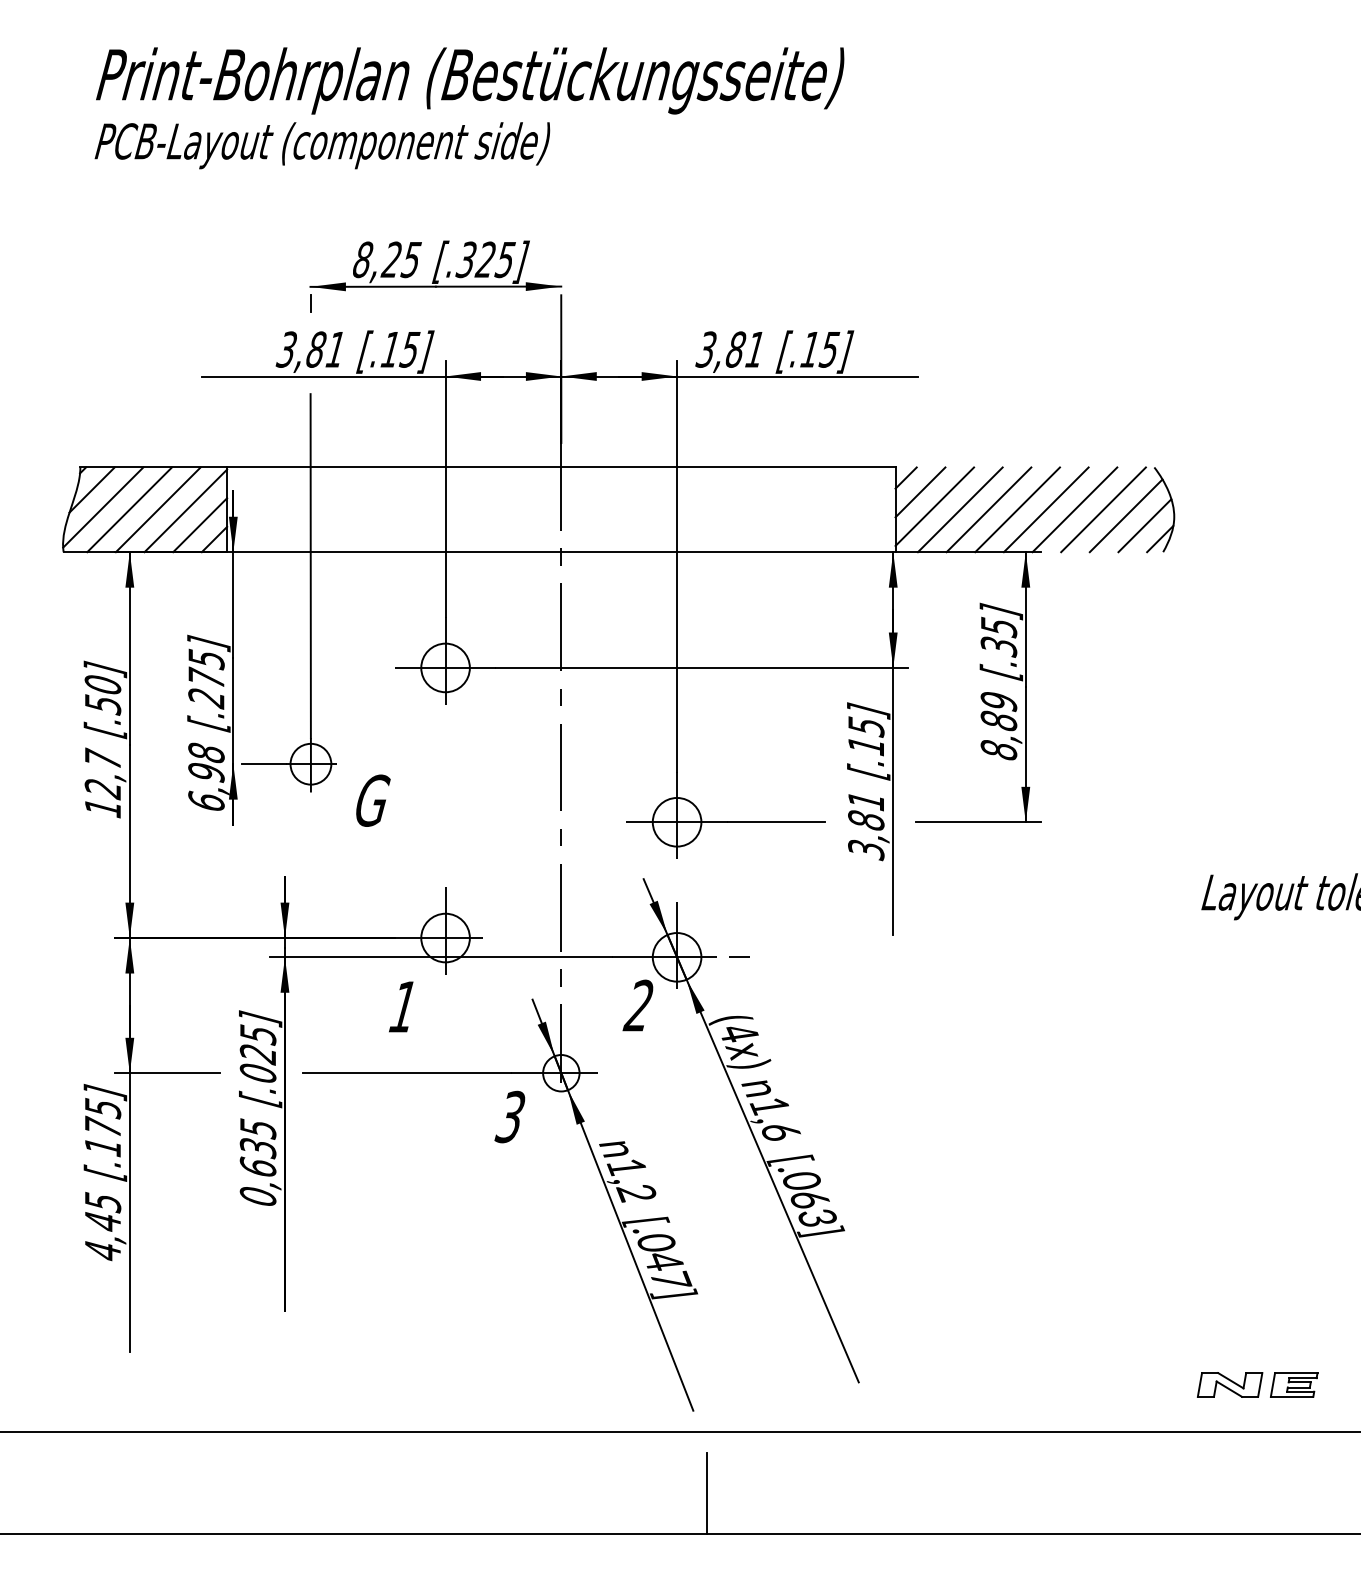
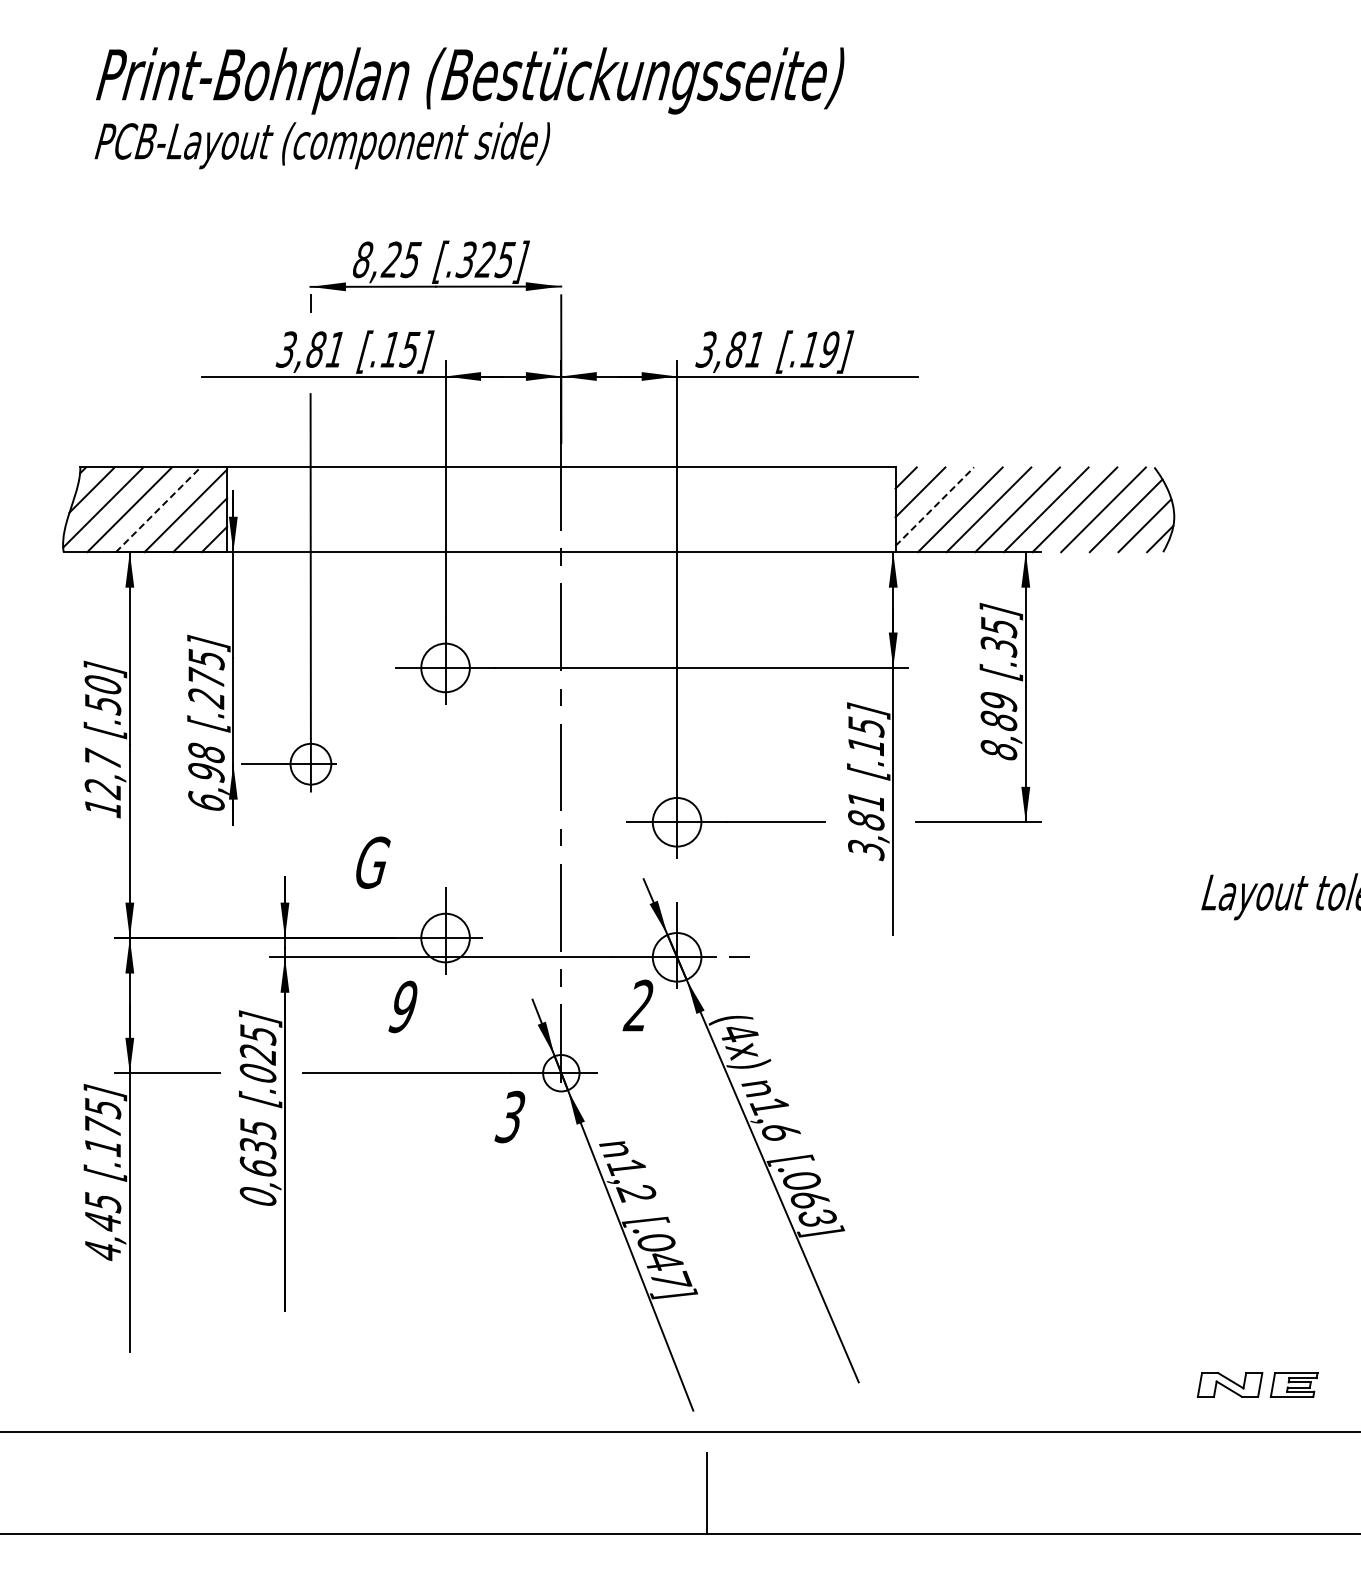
text at (829, 349): [.15] -> [.19]
line at (934, 506): solid -> dashed
line at (158, 509): solid -> dashed
text at (373, 800) position: (373, 800) -> (373, 862)
text at (402, 1006): 1 -> 9
